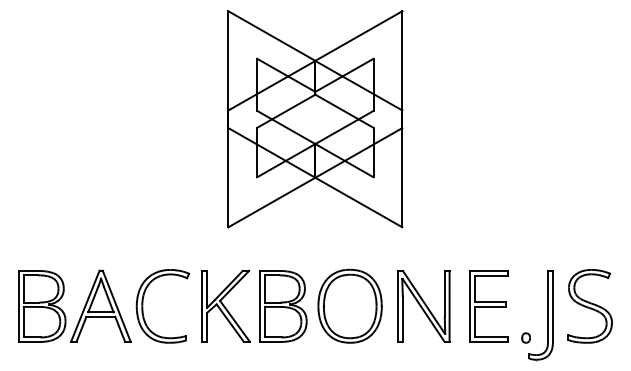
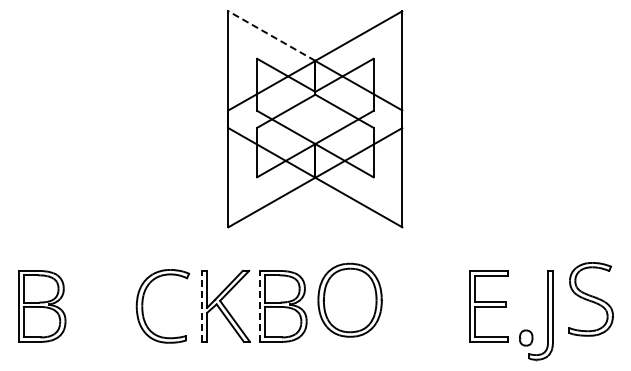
line at (271, 35): solid -> dashed
part at (100, 305): present -> none
line at (202, 305): solid -> dashed
line at (260, 305): solid -> dashed
part at (349, 305) position: (349, 305) -> (349, 299)
part at (423, 306): present -> none
part at (589, 306) position: (589, 306) -> (590, 299)
part at (525, 337) size: 10x12 px -> 15x18 px
